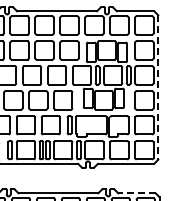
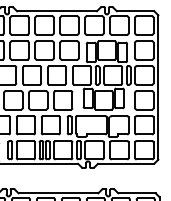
line at (158, 88): dashed -> solid
line at (136, 193): dashed -> solid
